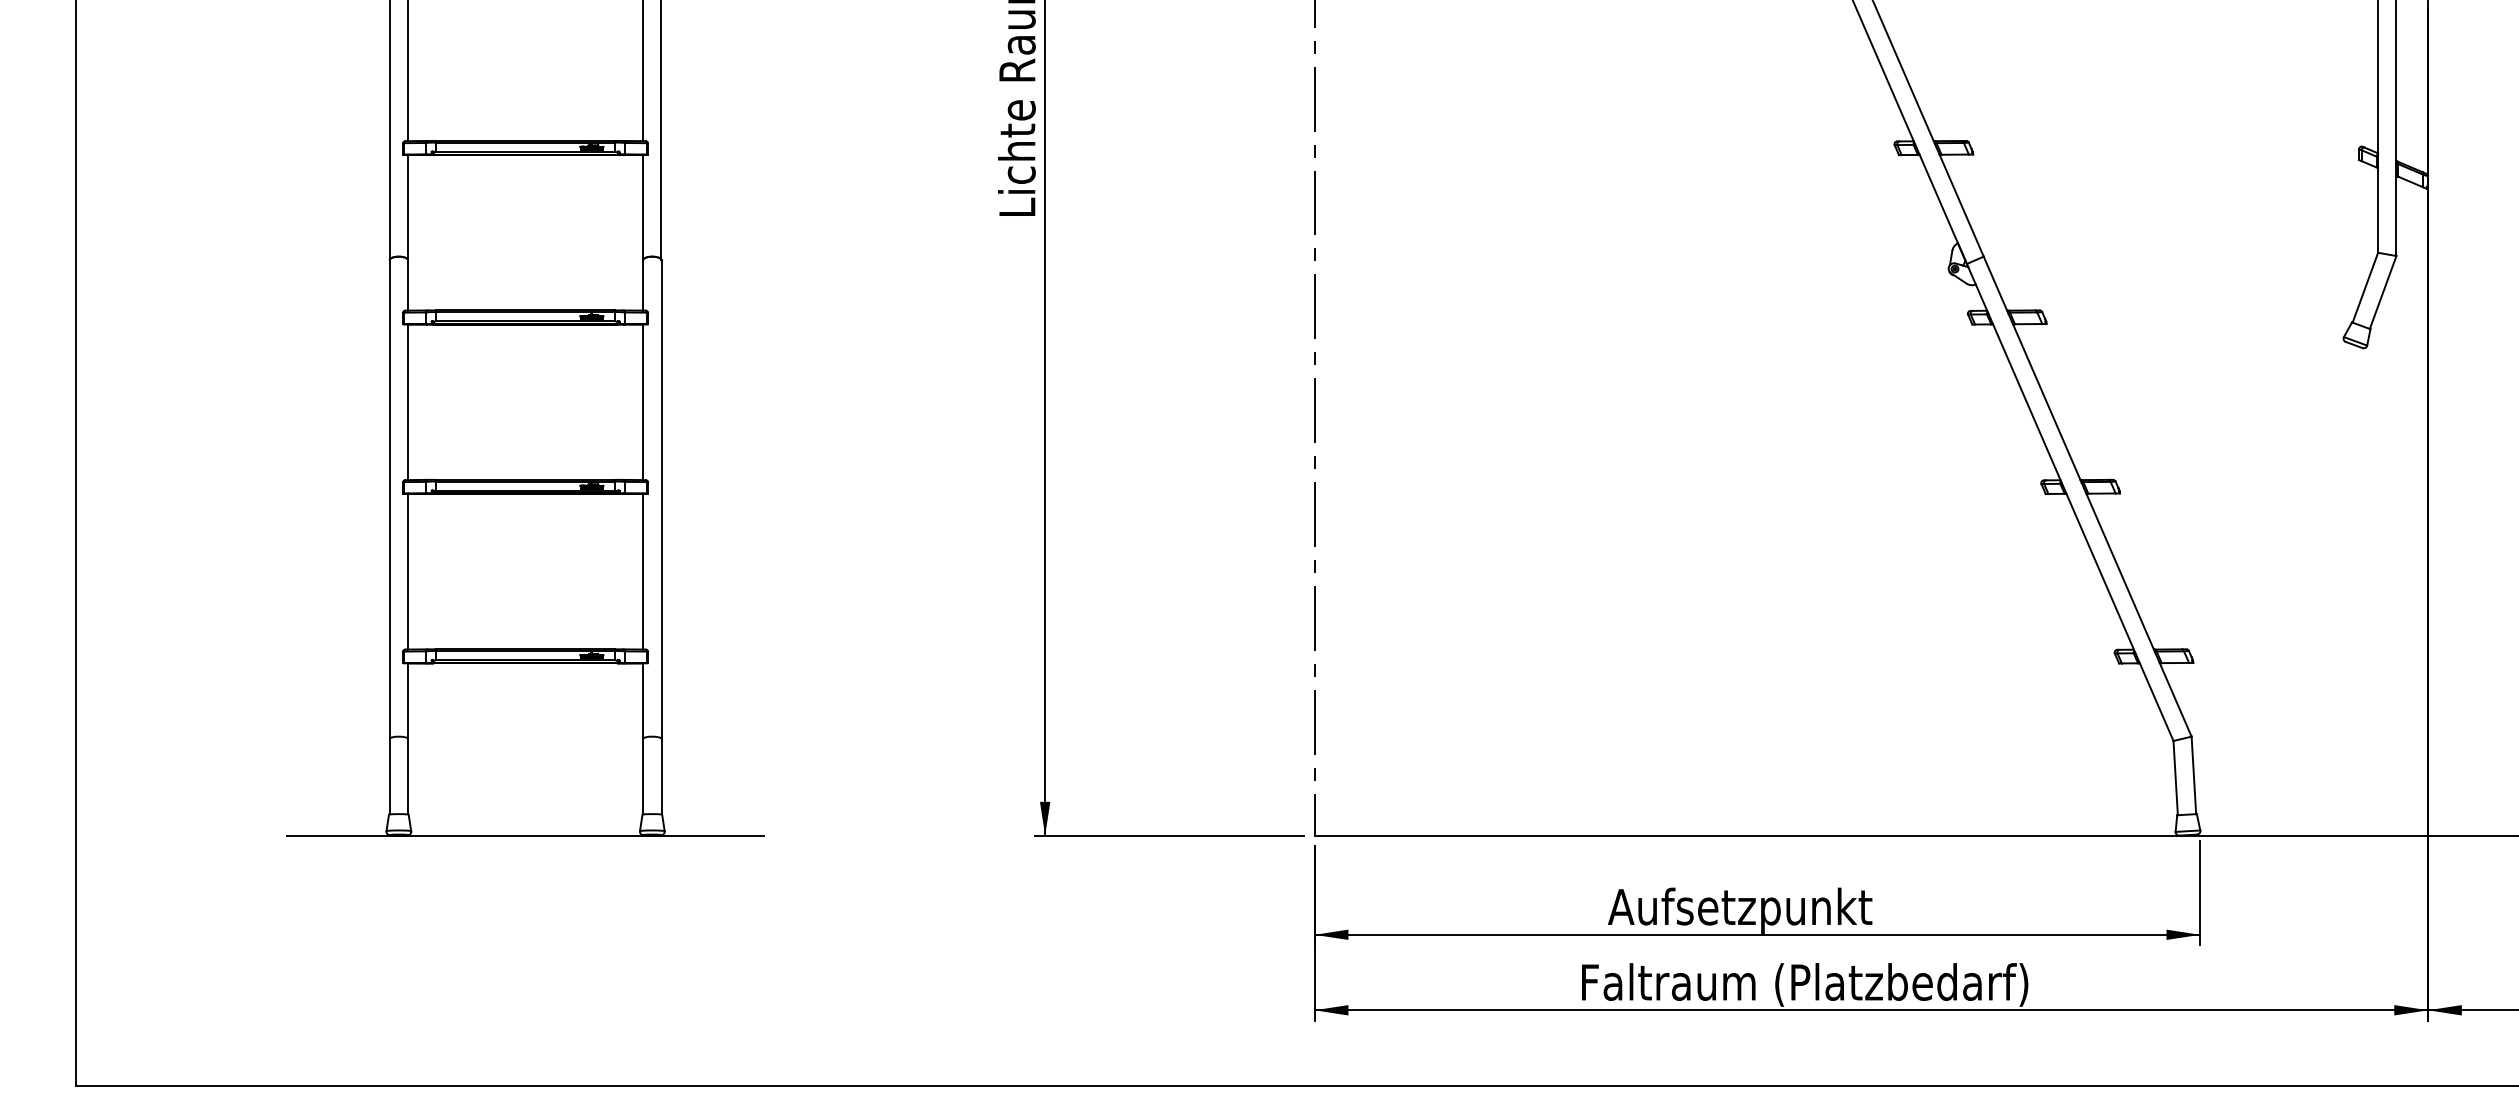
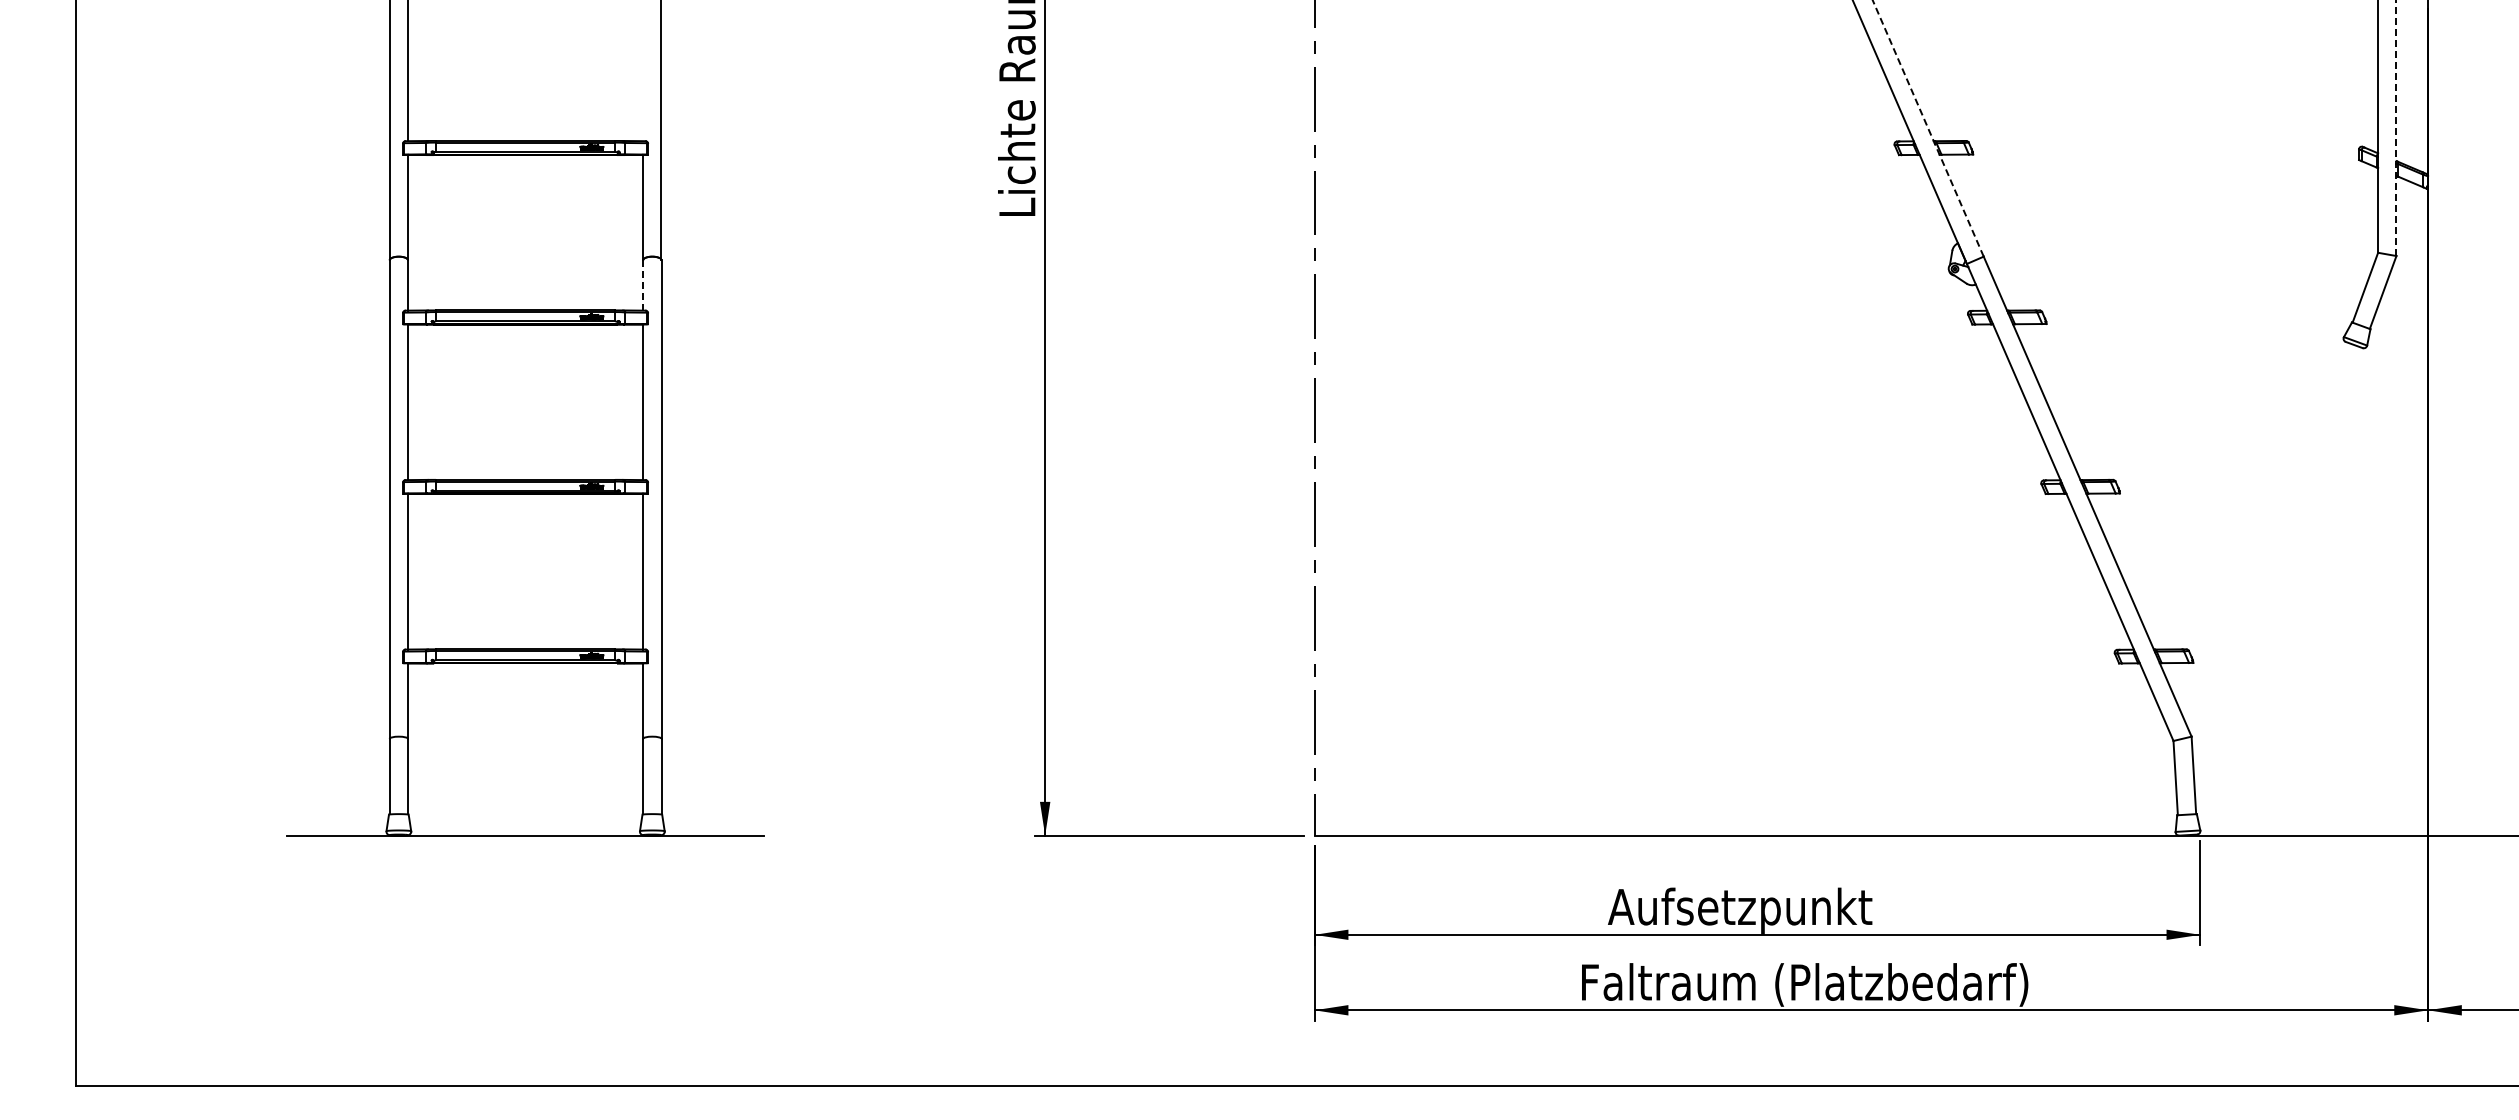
line at (643, 71): present -> none
line at (1928, 128): solid -> dashed
line at (2396, 128): solid -> dashed
line at (643, 285): solid -> dashed
